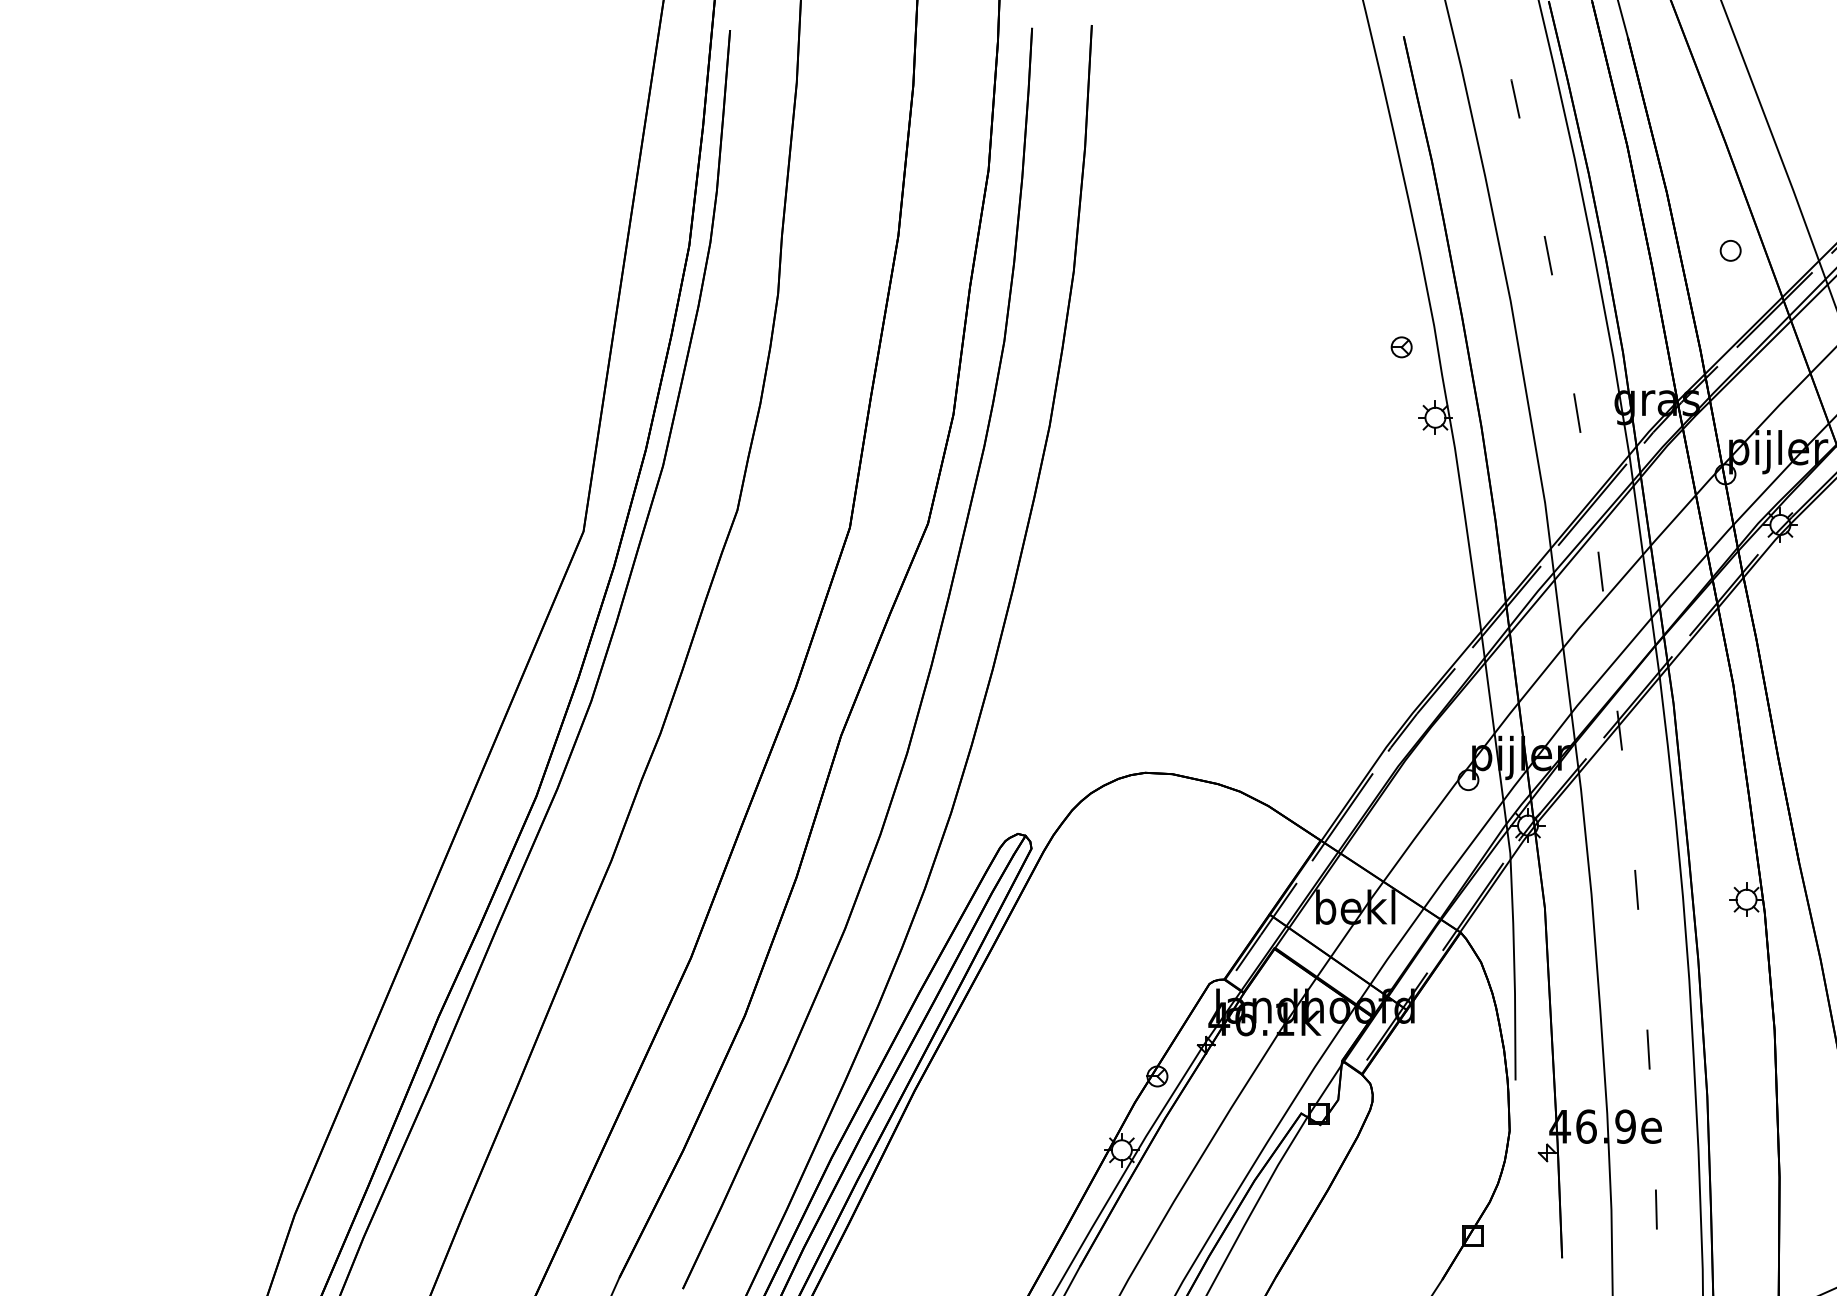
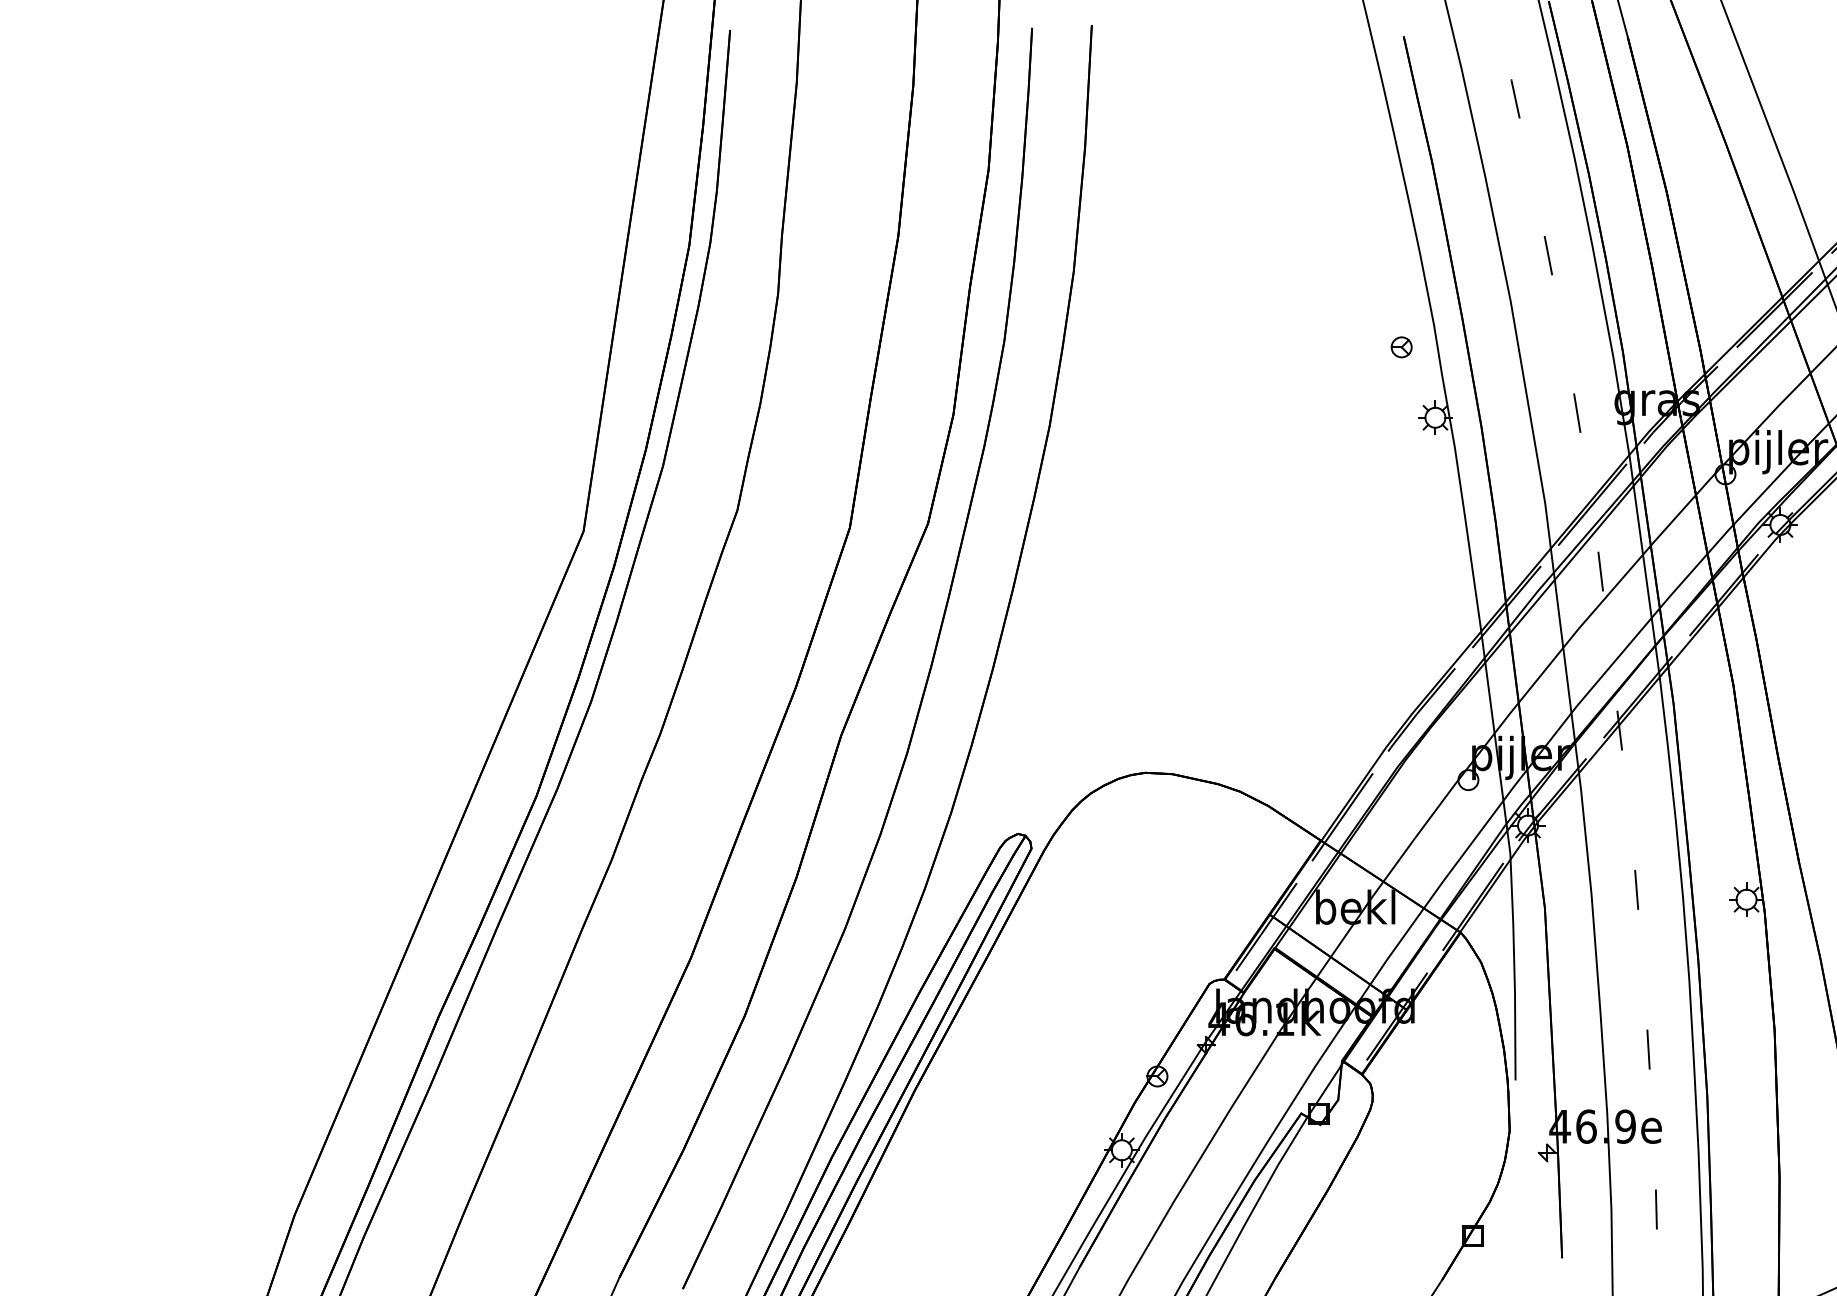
part at (1730, 250): present -> none
